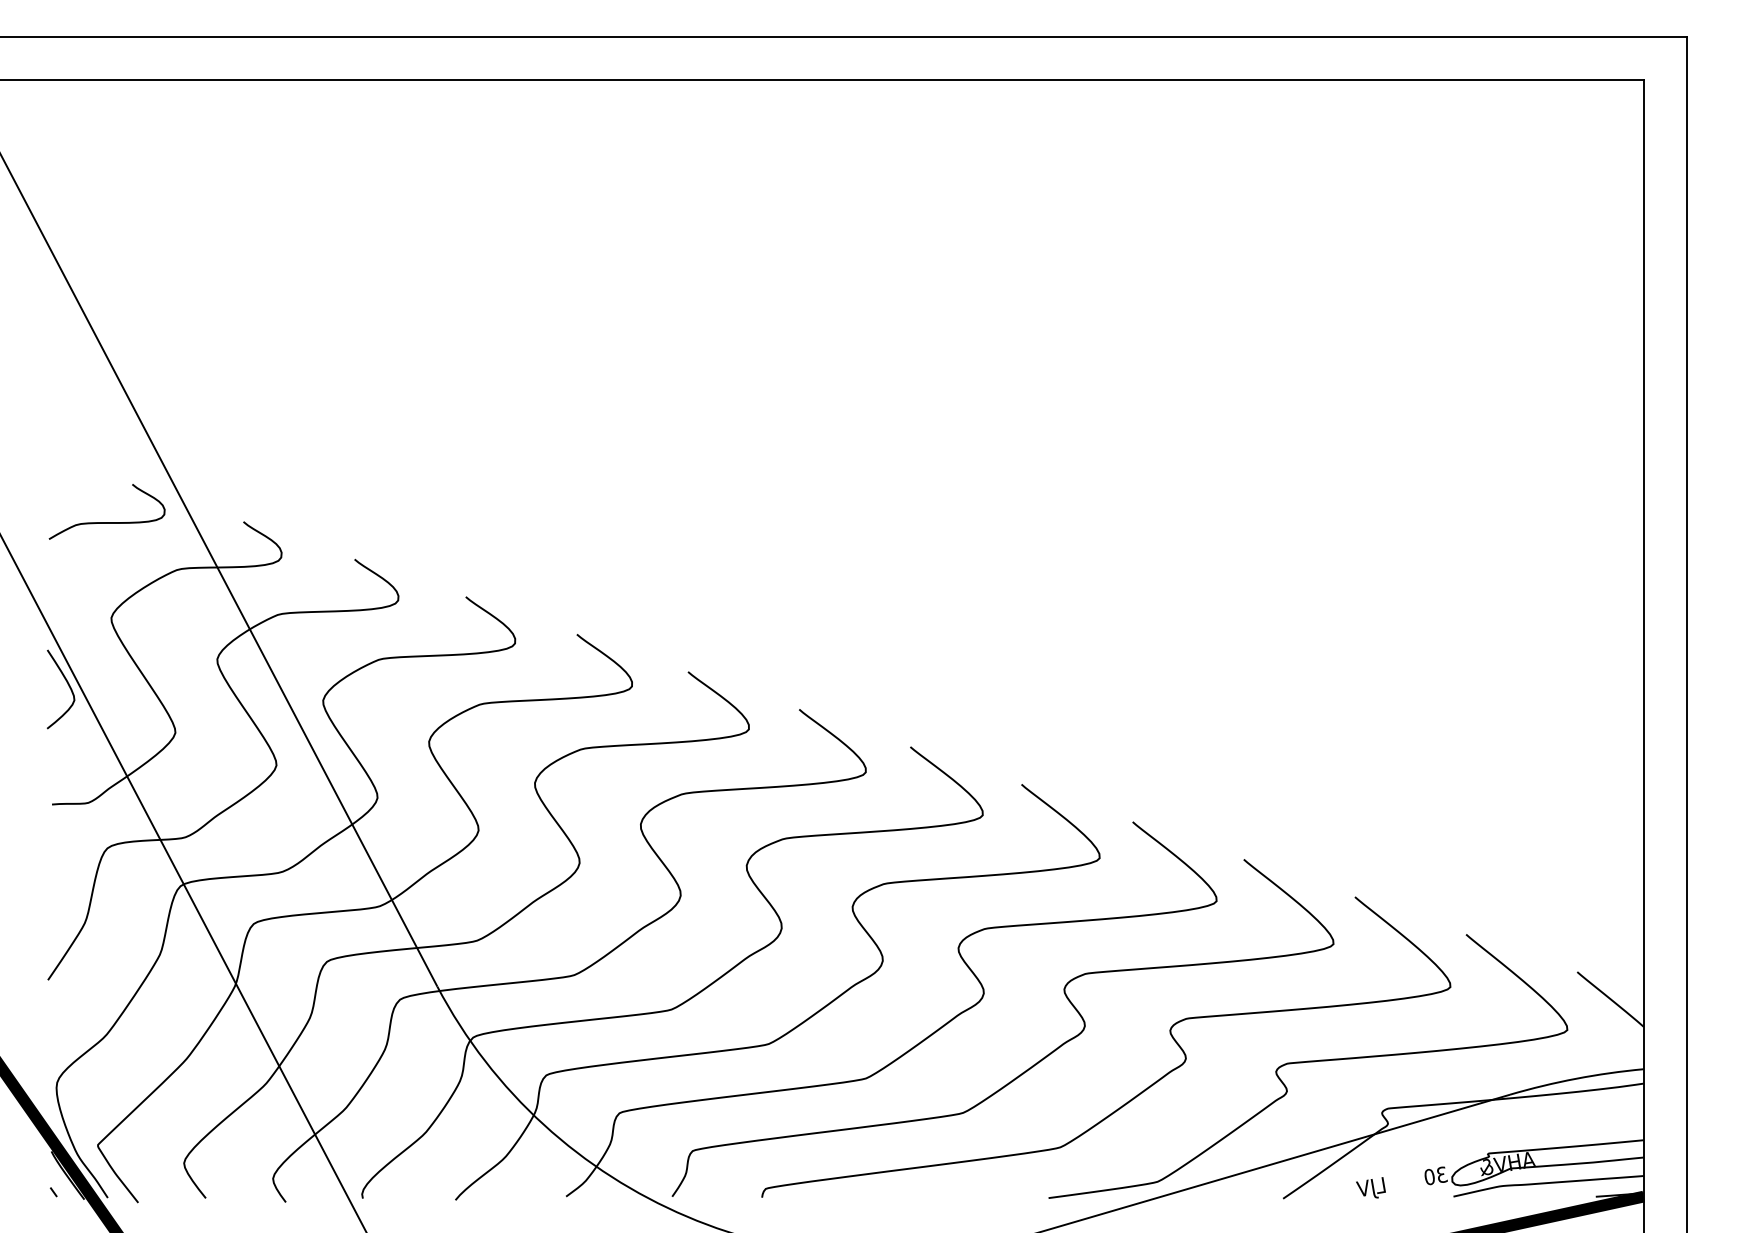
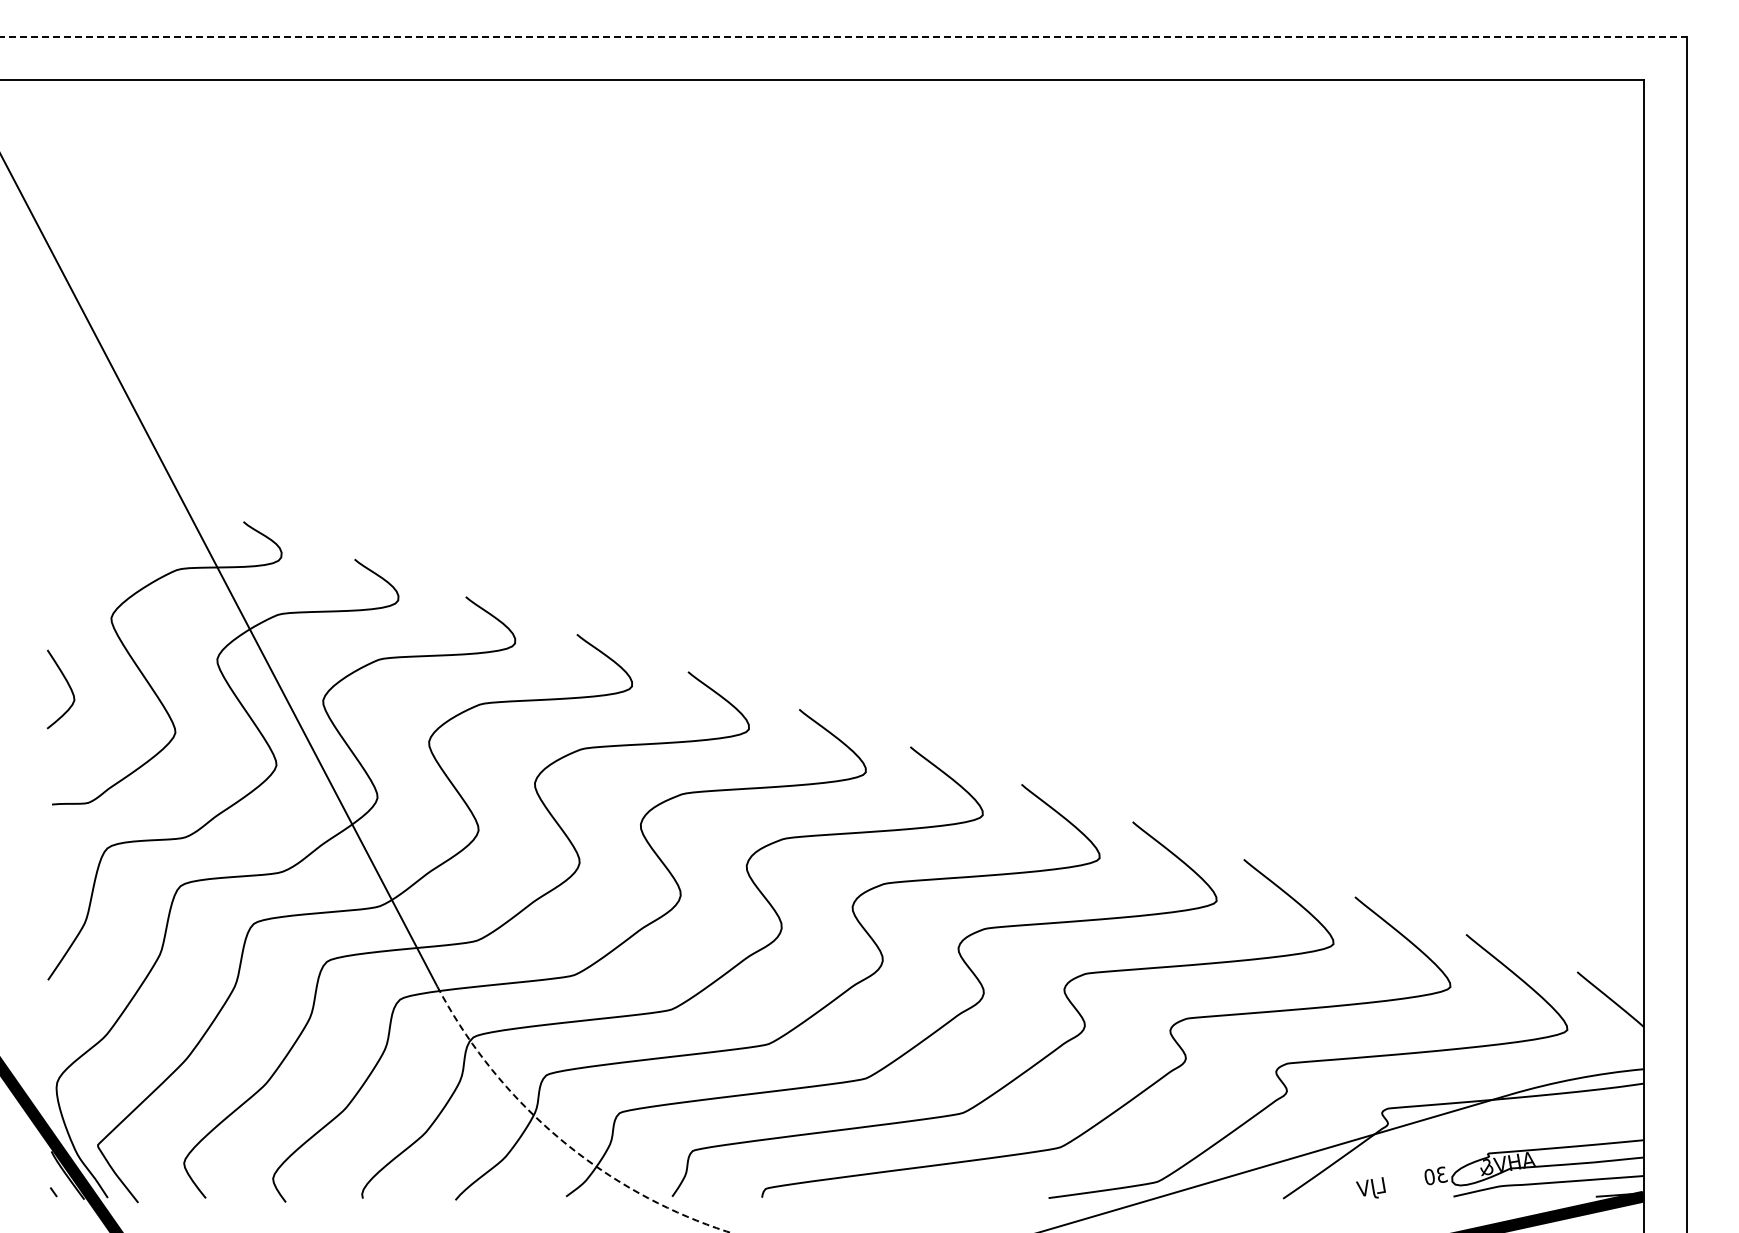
line at (843, 37): solid -> dashed
curve at (106, 522): present -> none
line at (183, 883): present -> none
arc at (560, 1139): solid -> dashed
